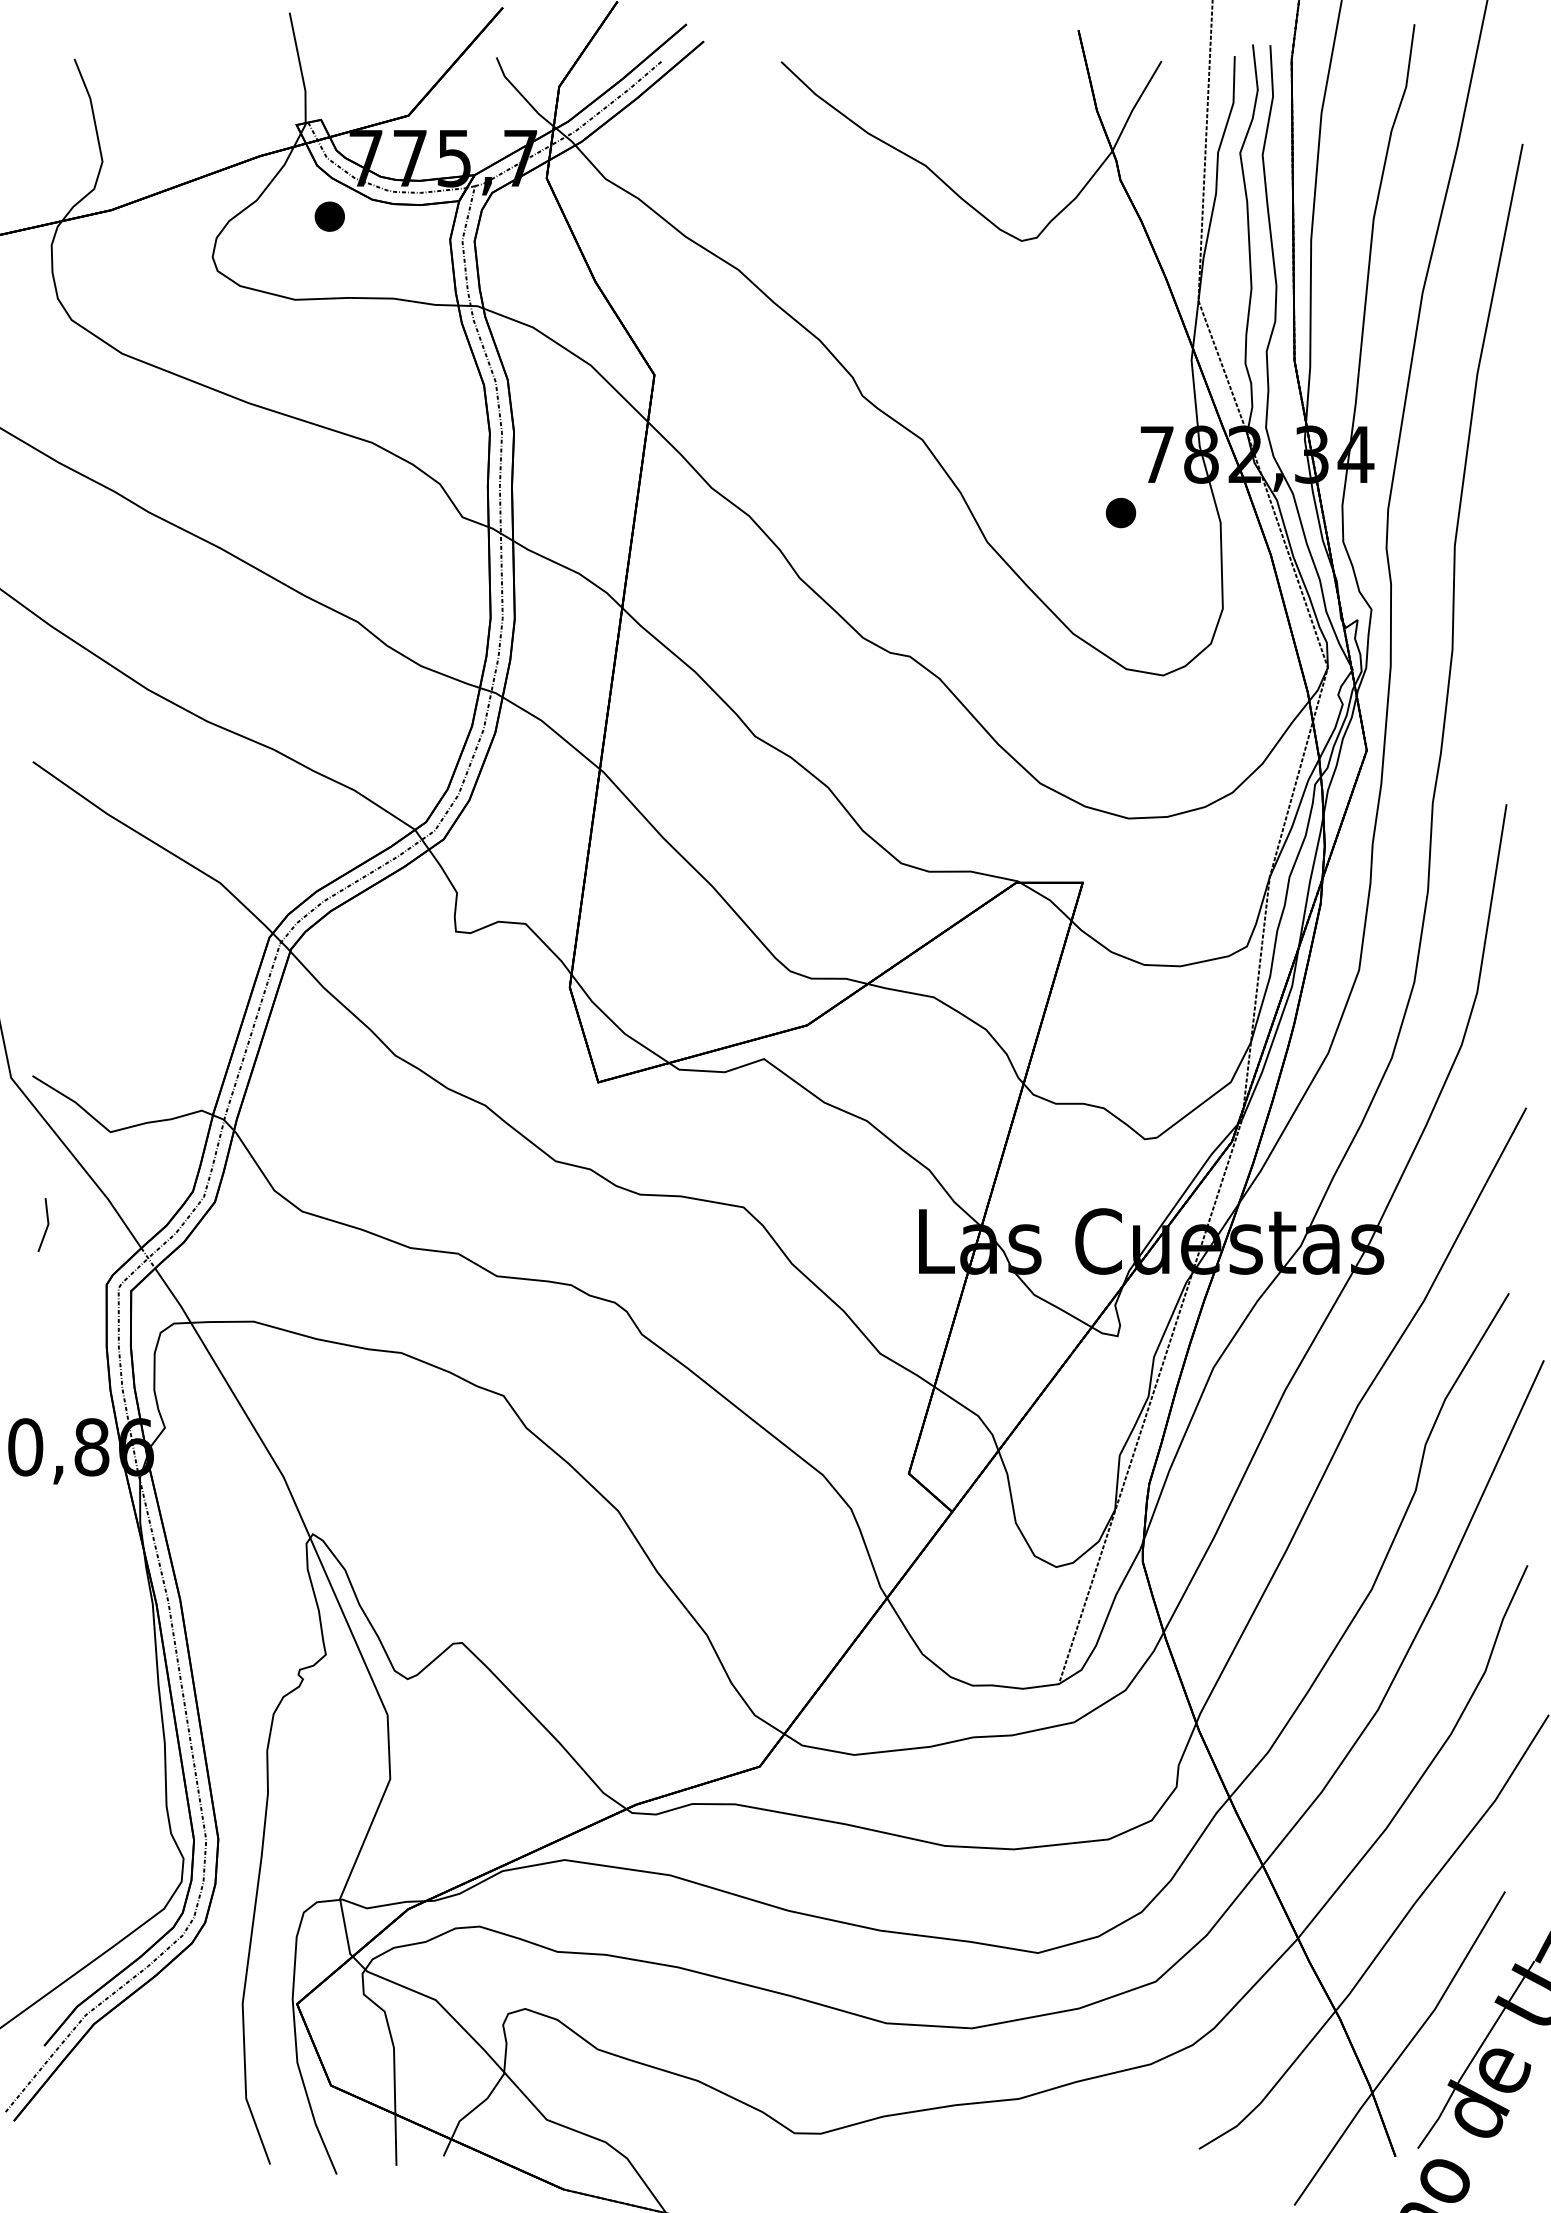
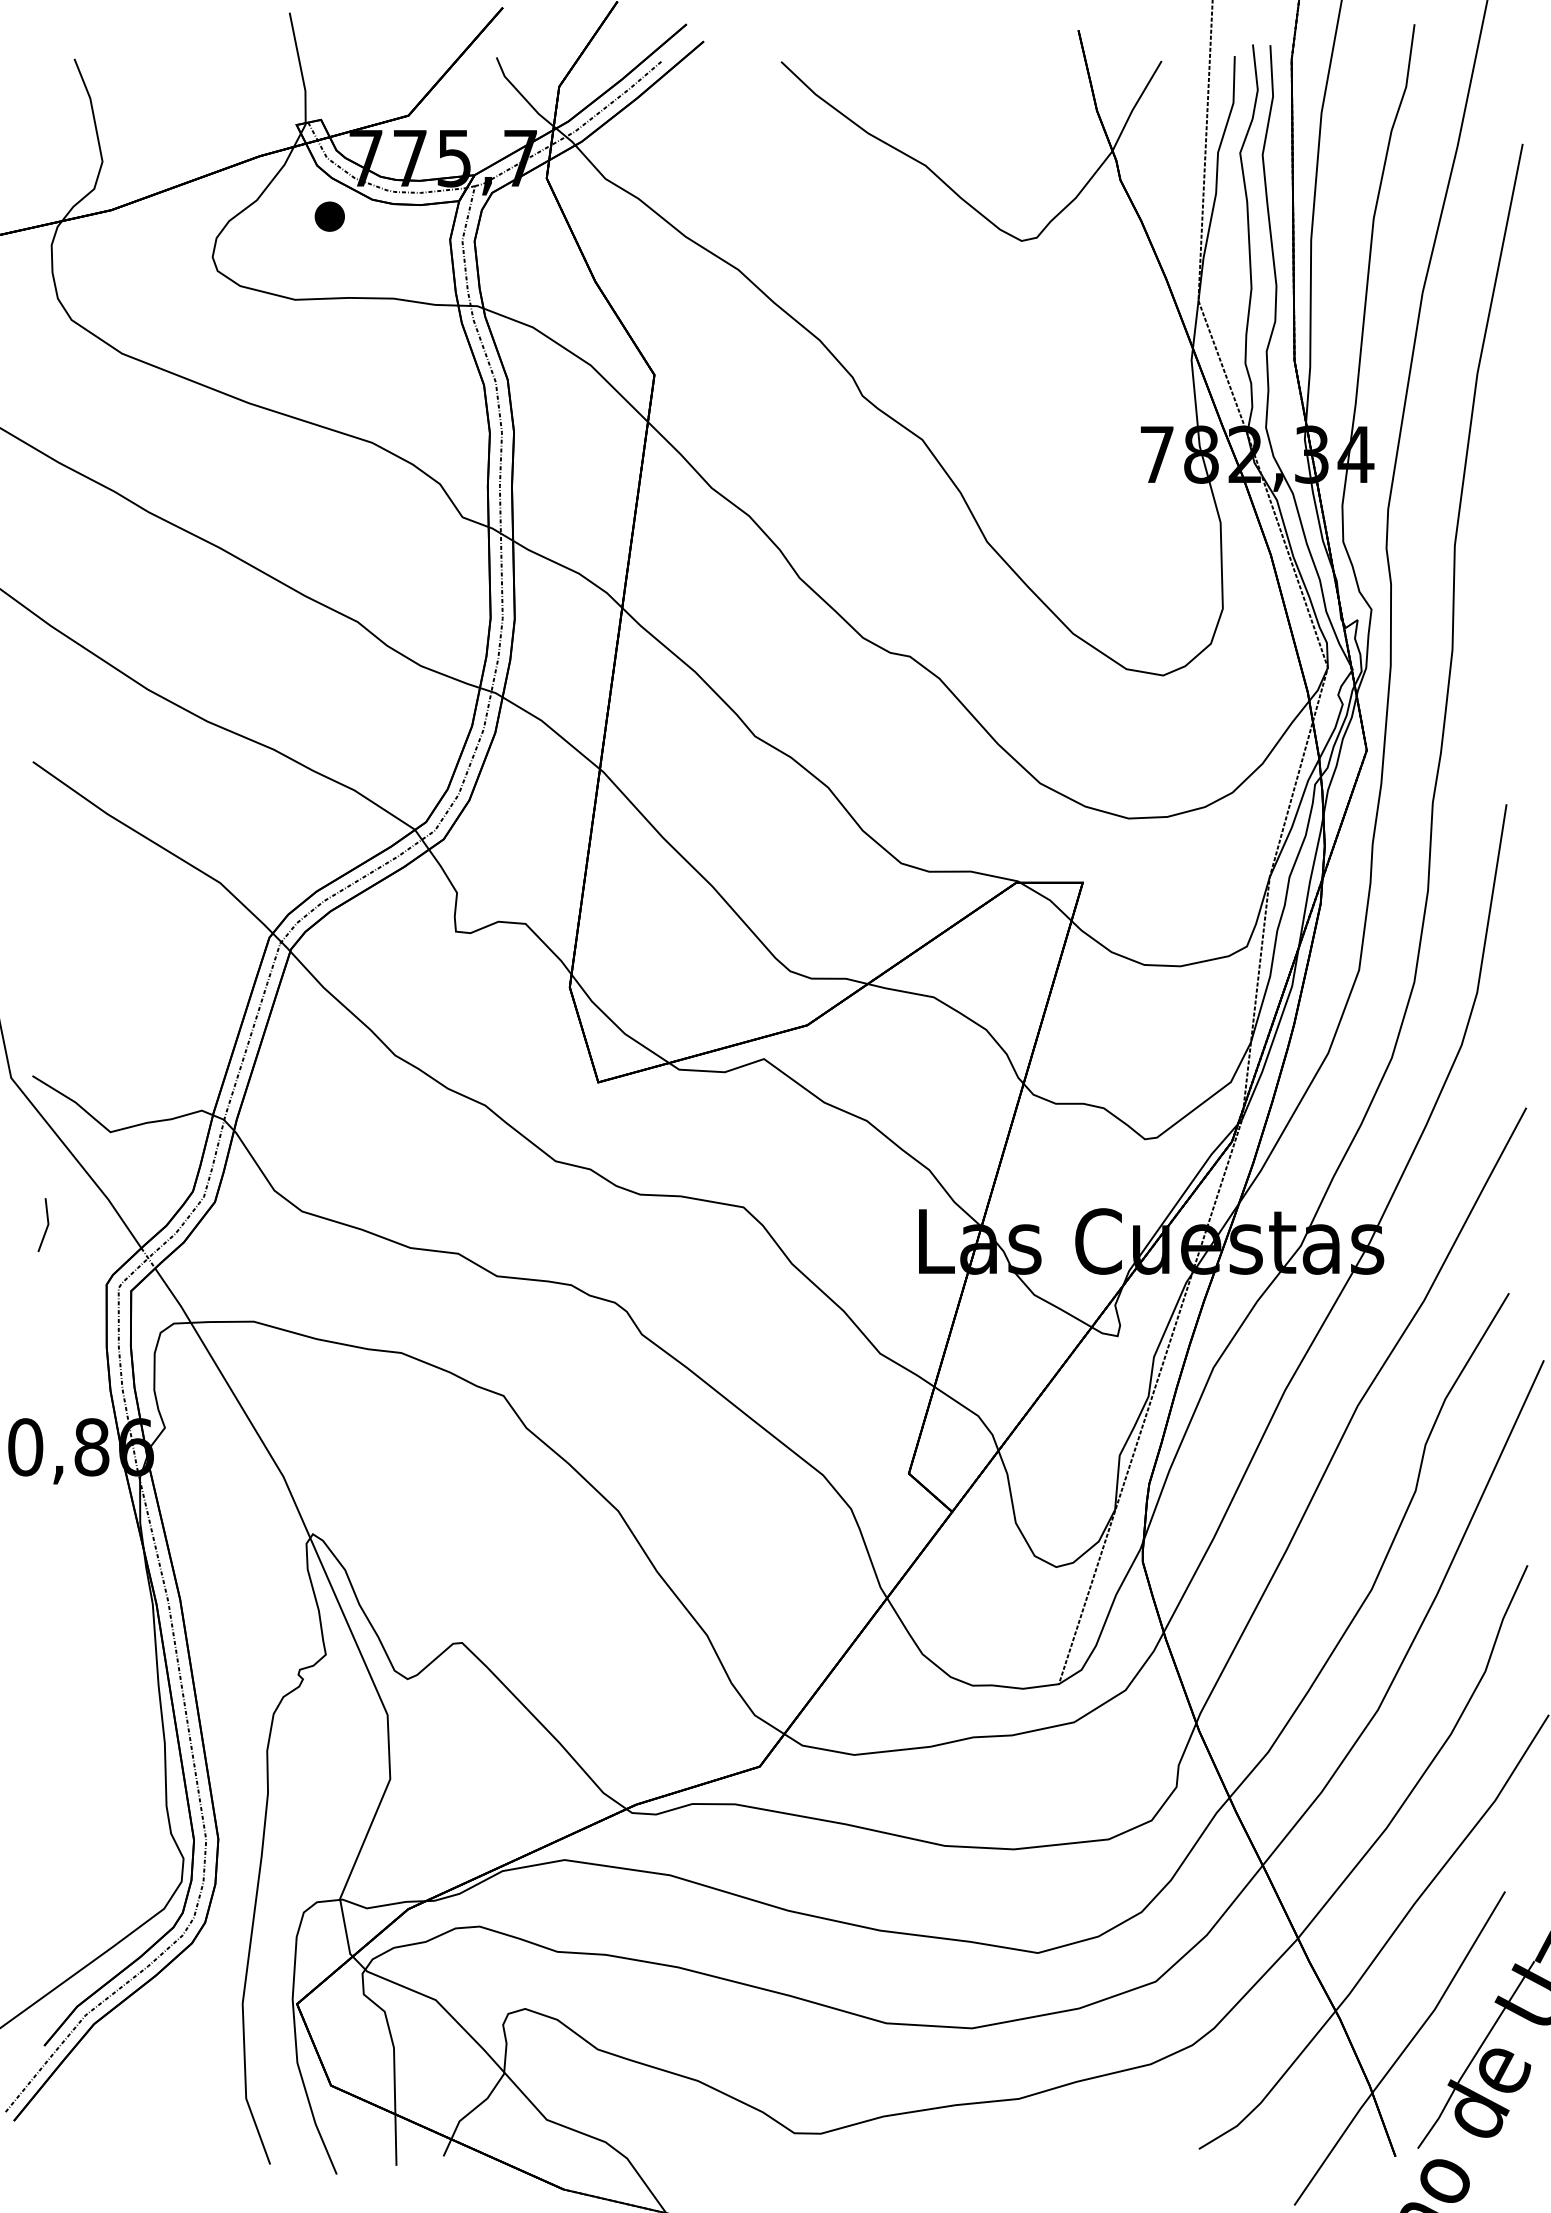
part at (1120, 513): present -> none
